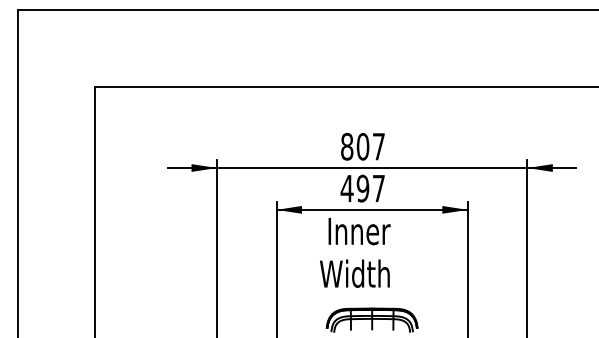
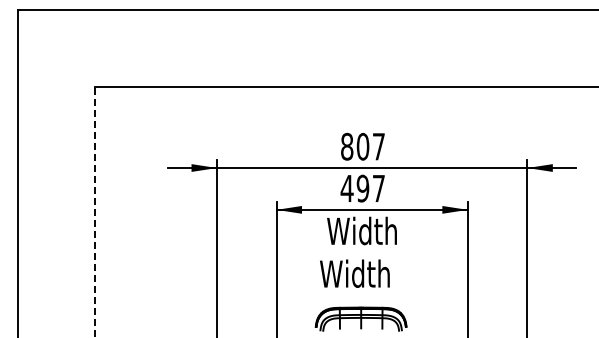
line at (94, 211): solid -> dashed
text at (361, 230): Inner -> Width
part at (371, 319) position: (371, 319) -> (360, 318)
